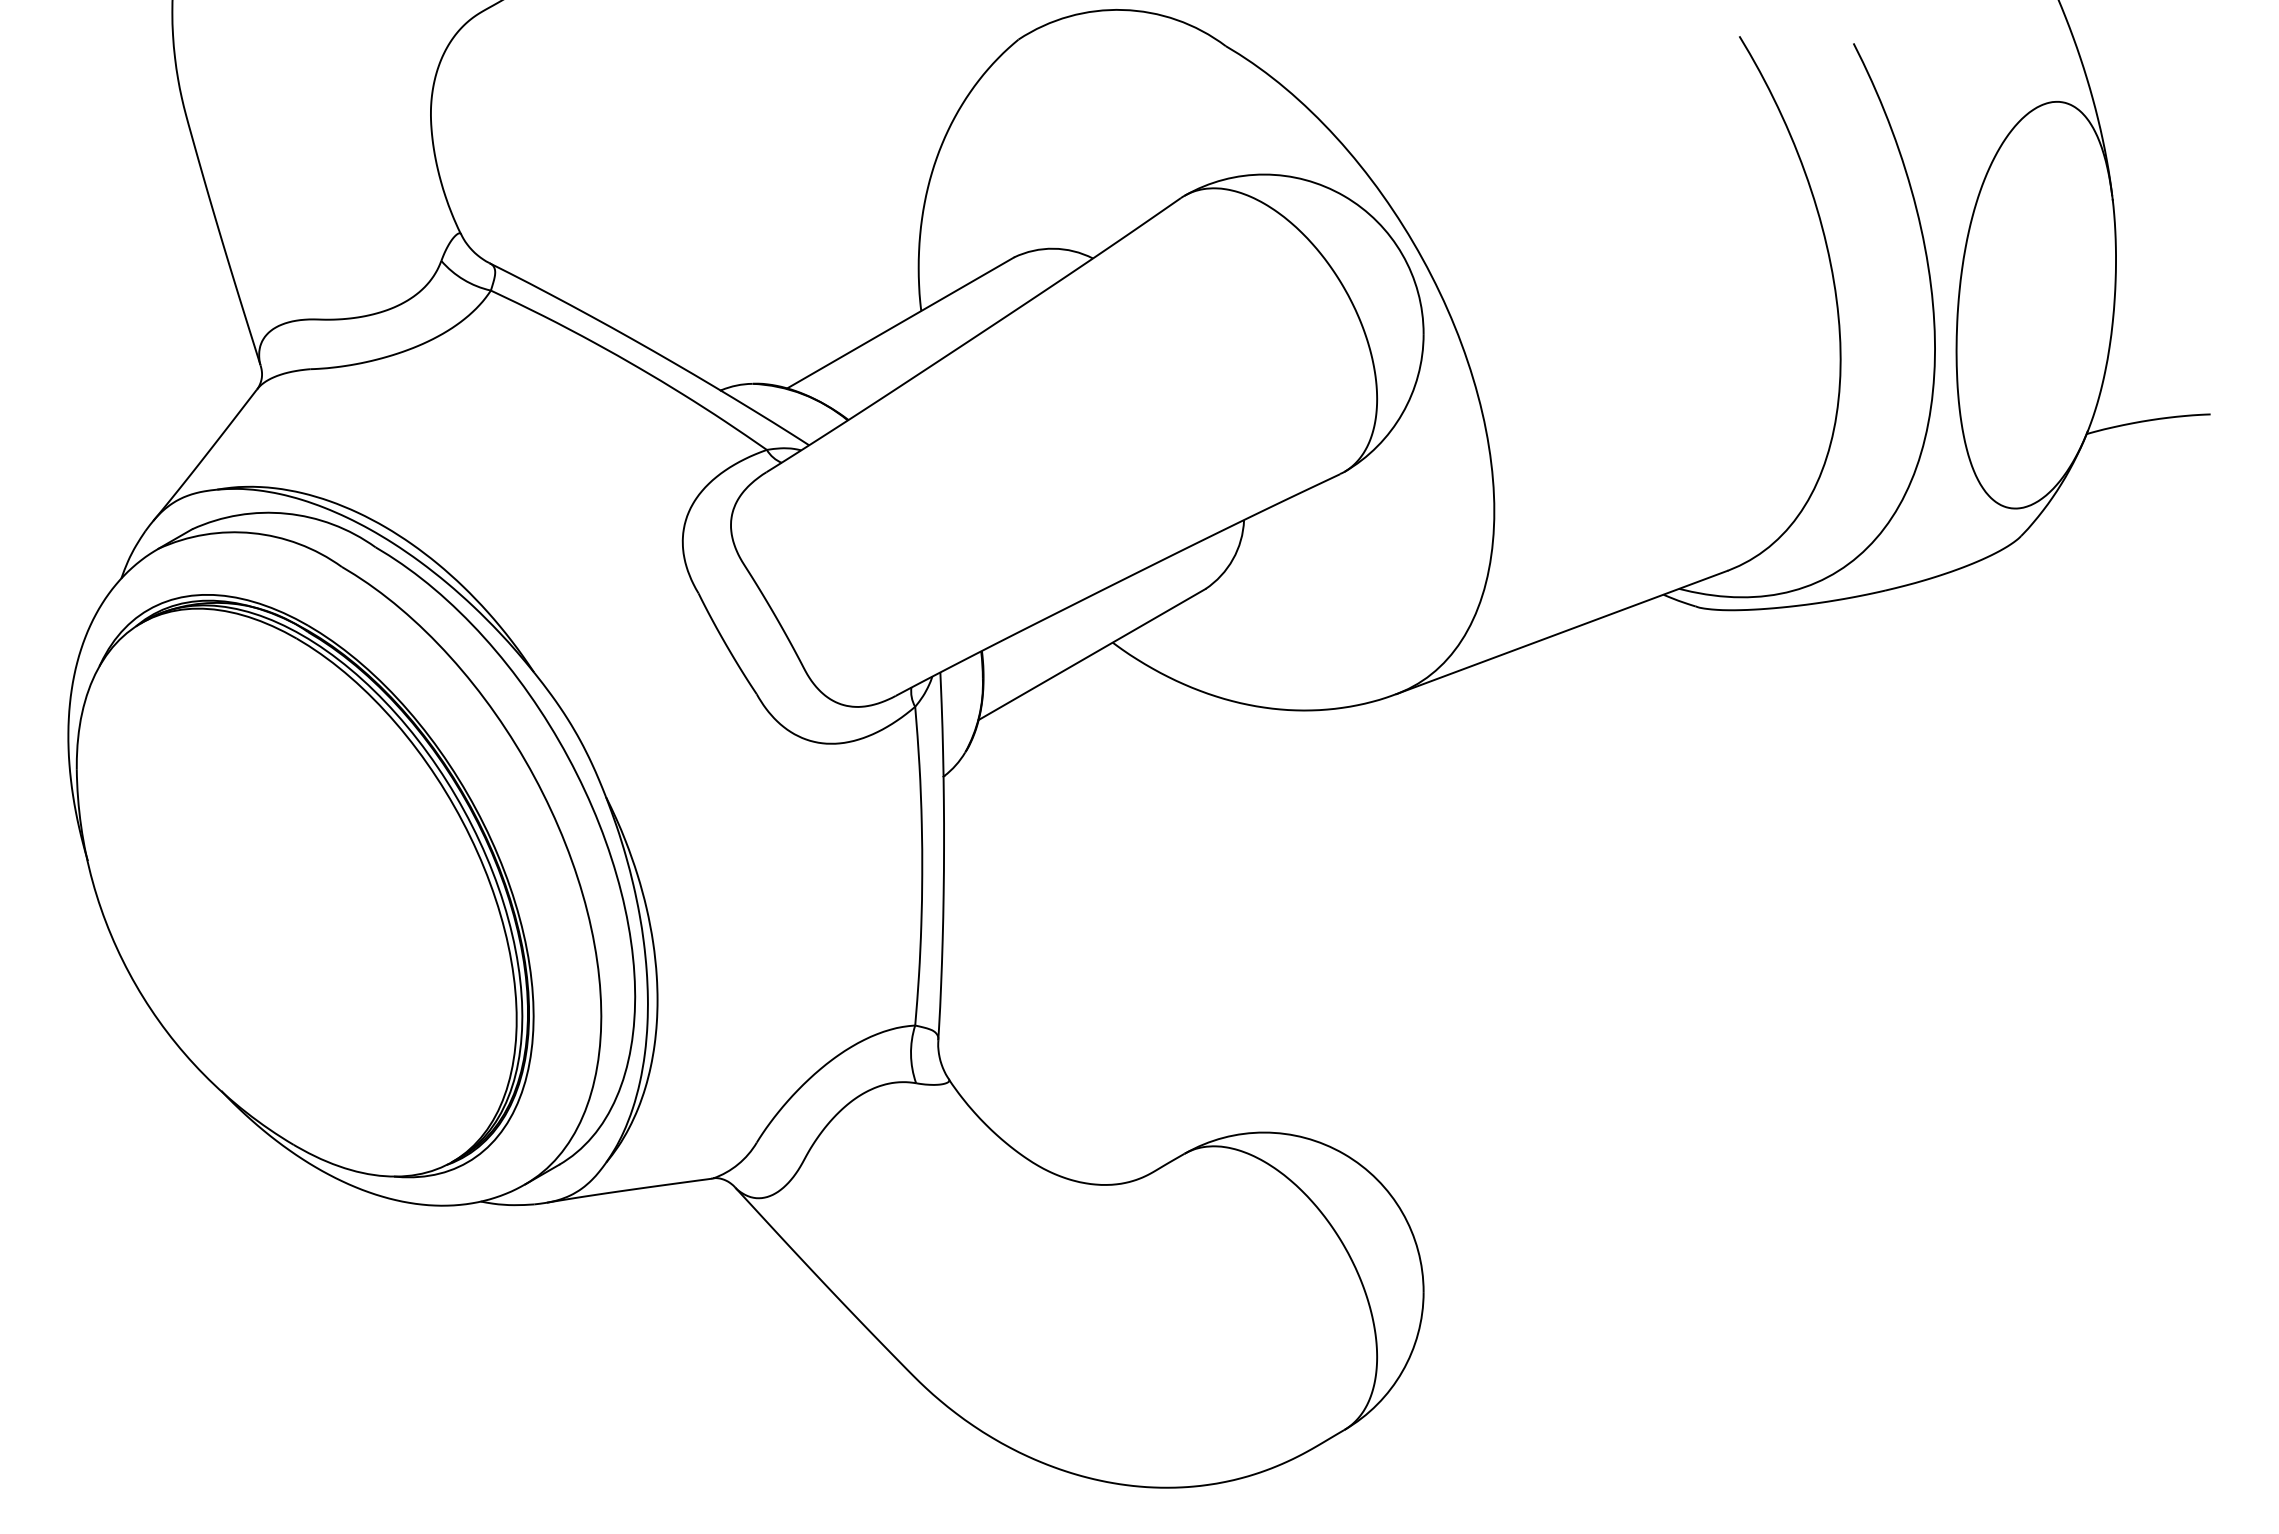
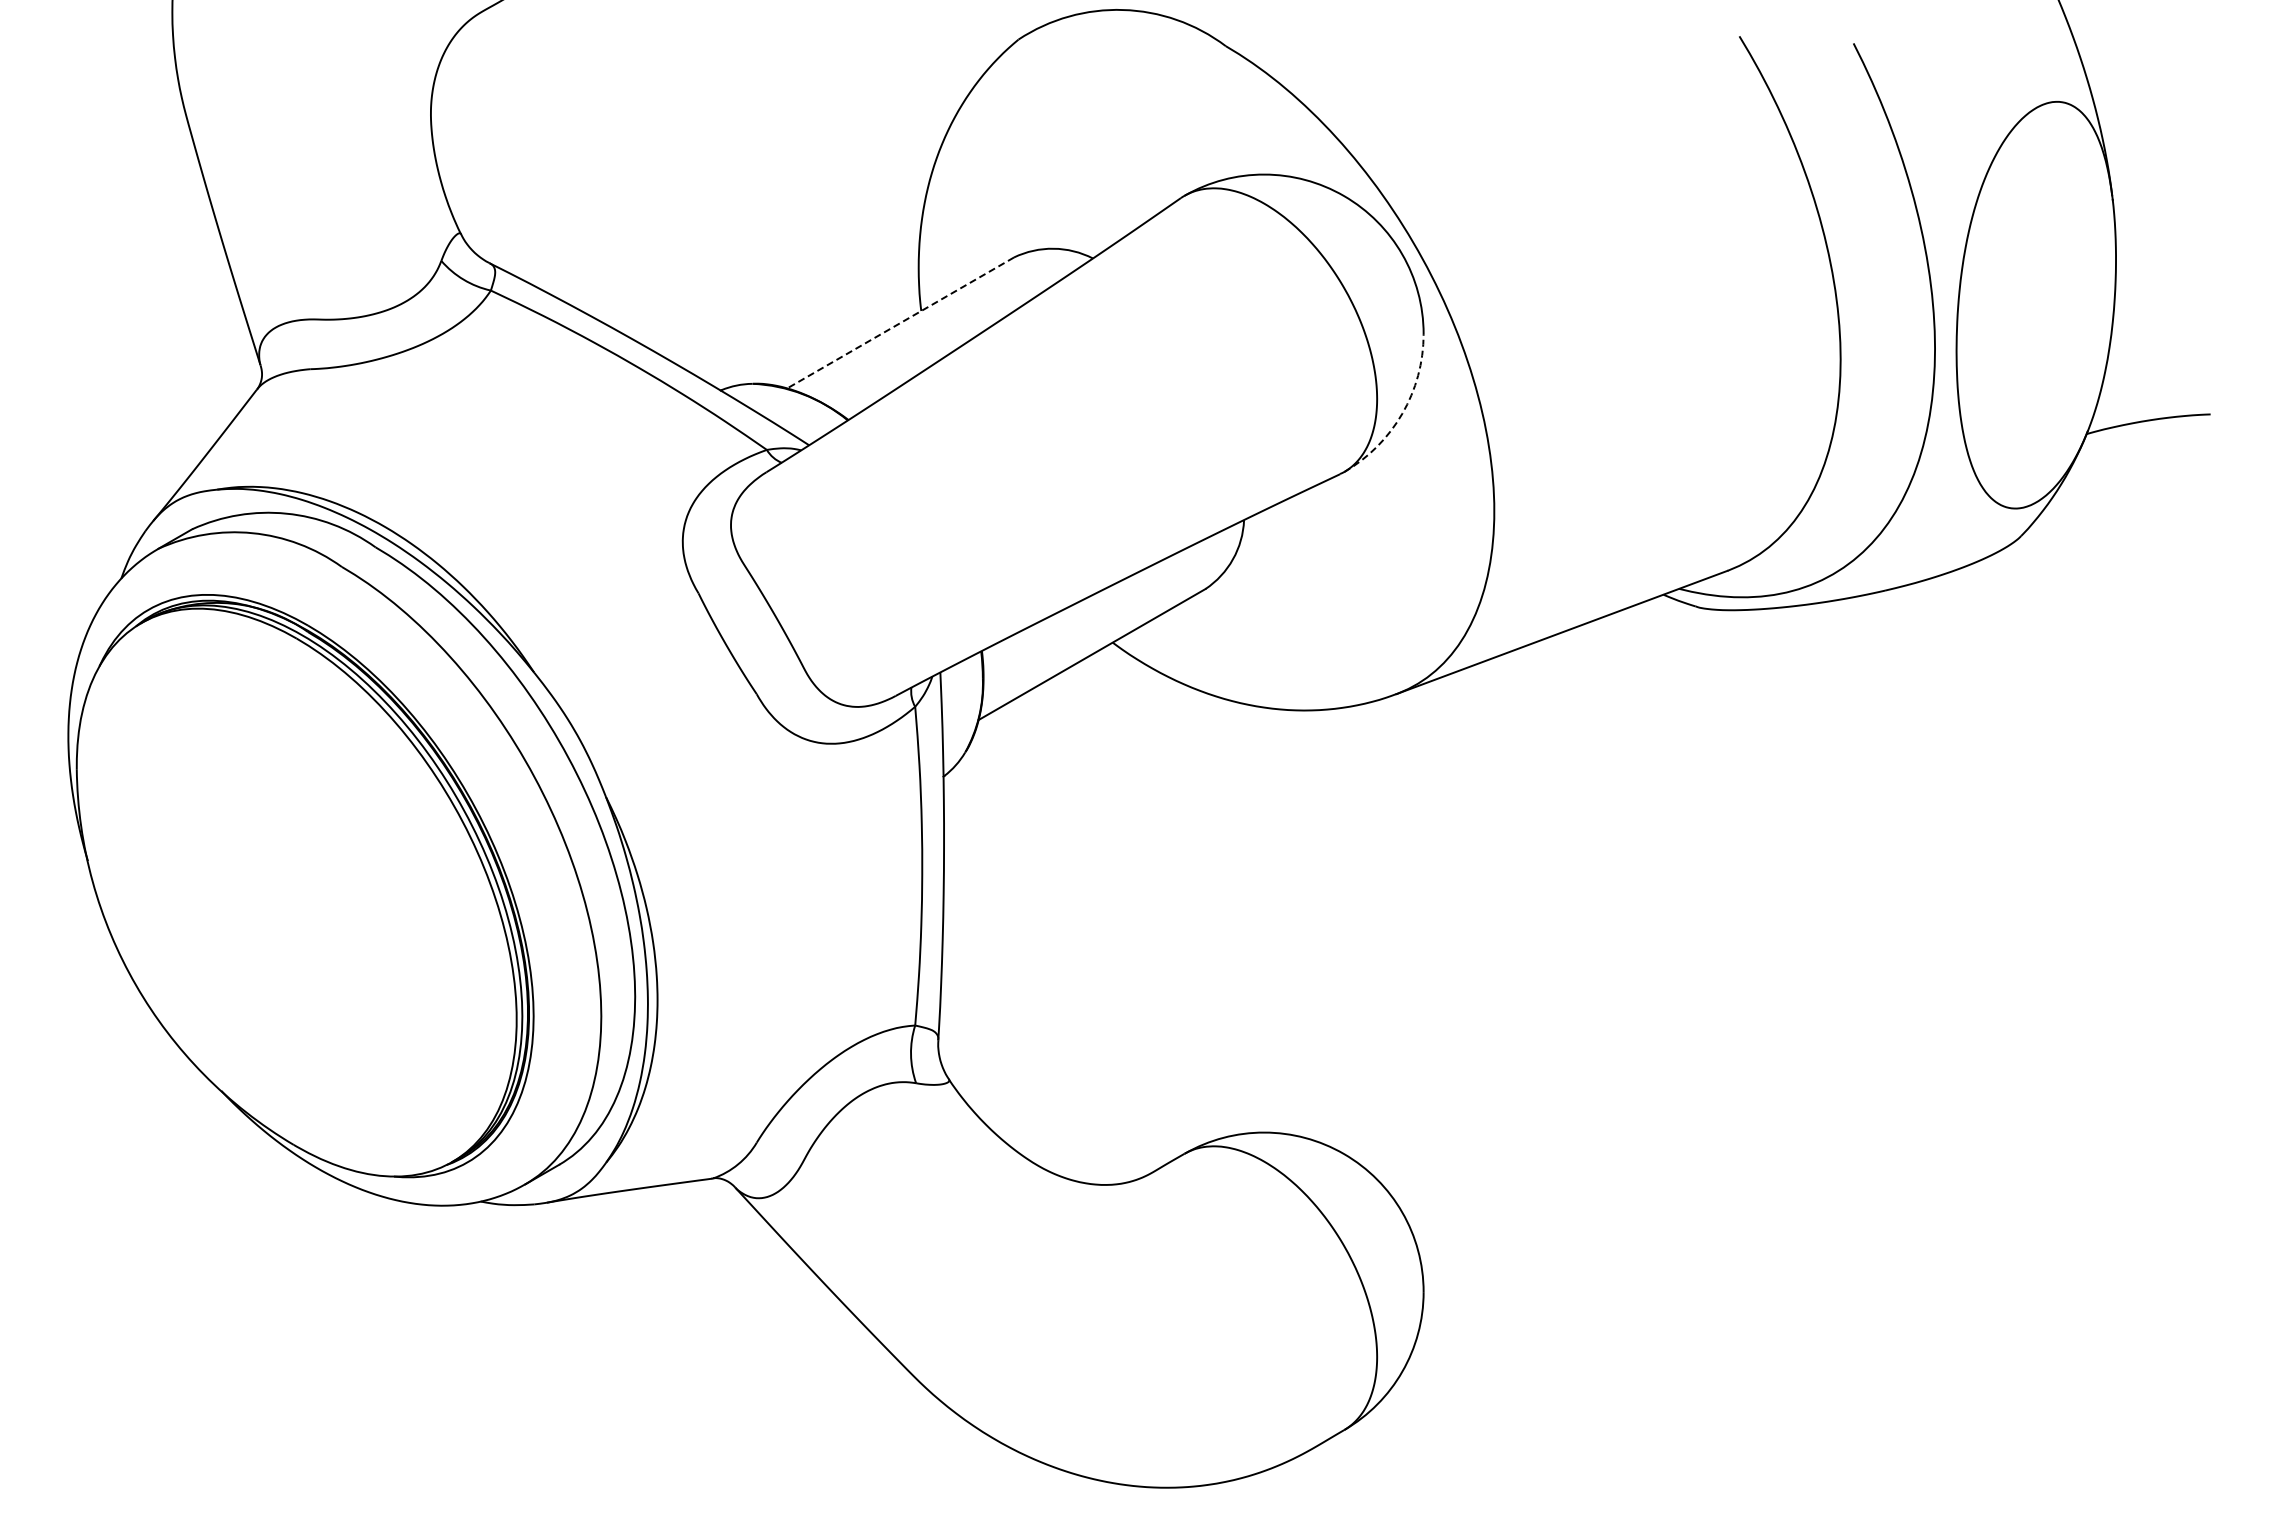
line at (900, 322): solid -> dashed
arc at (1402, 413): solid -> dashed
